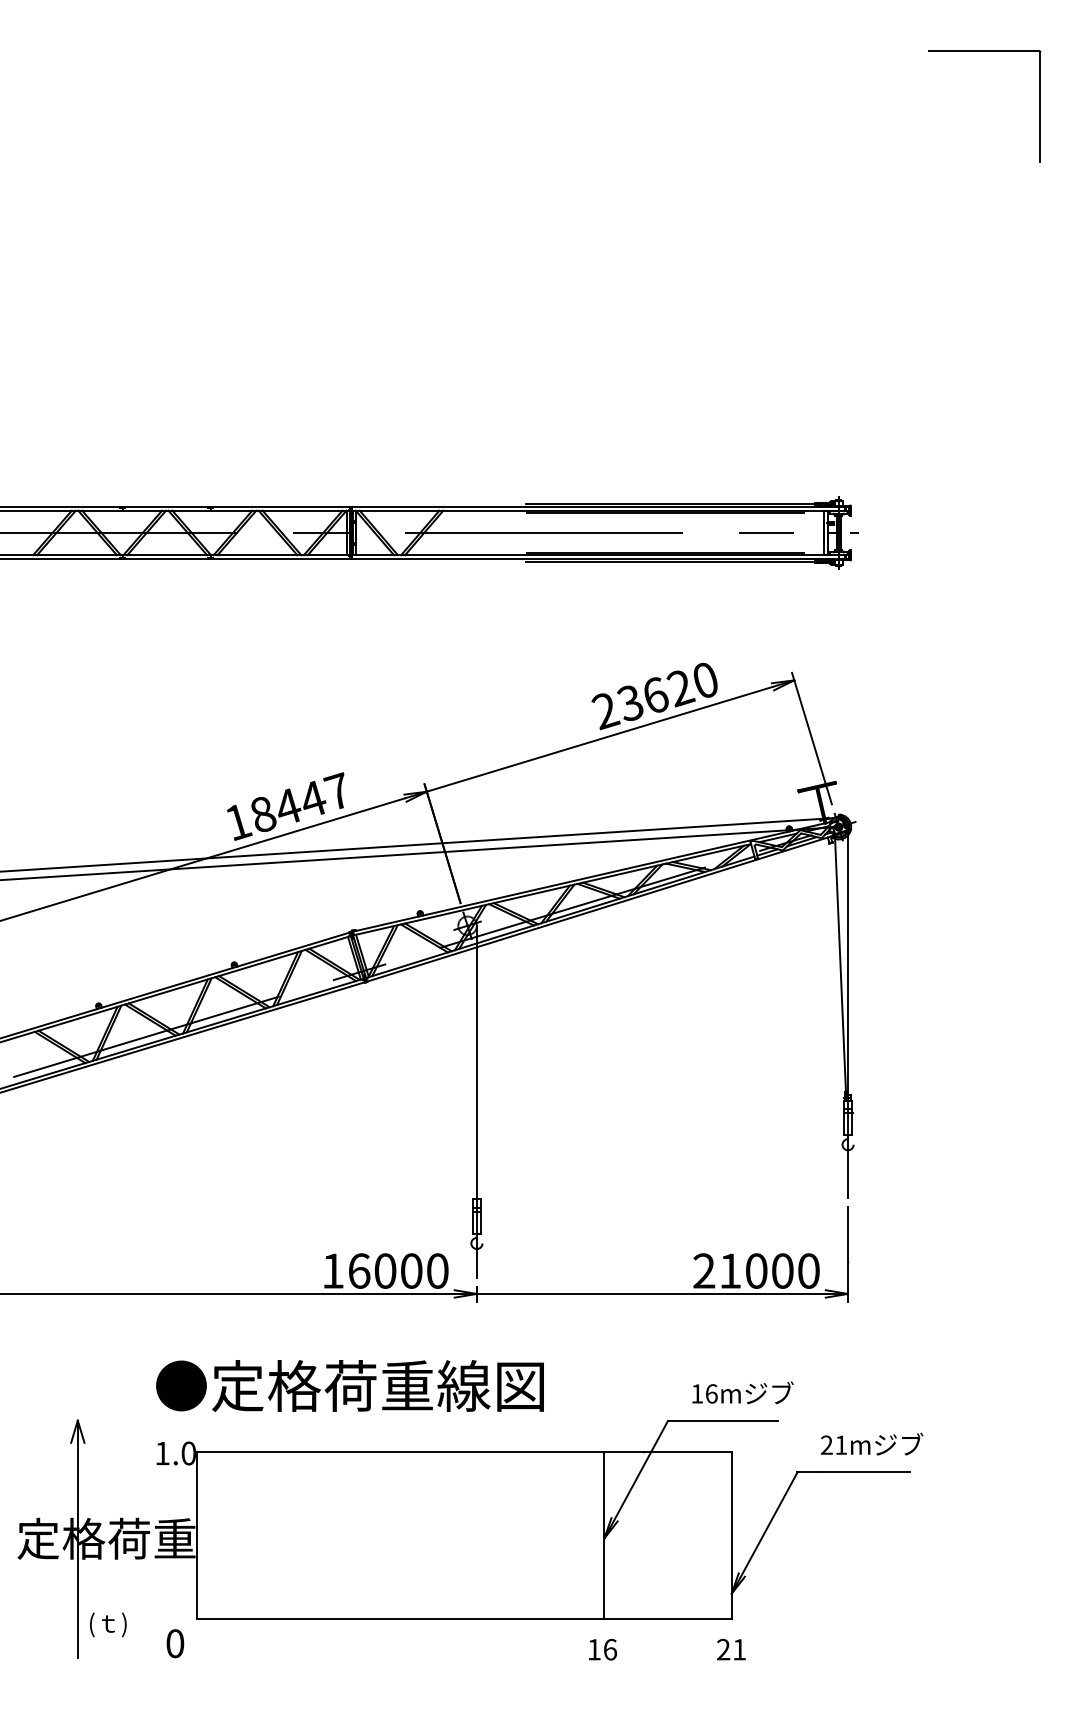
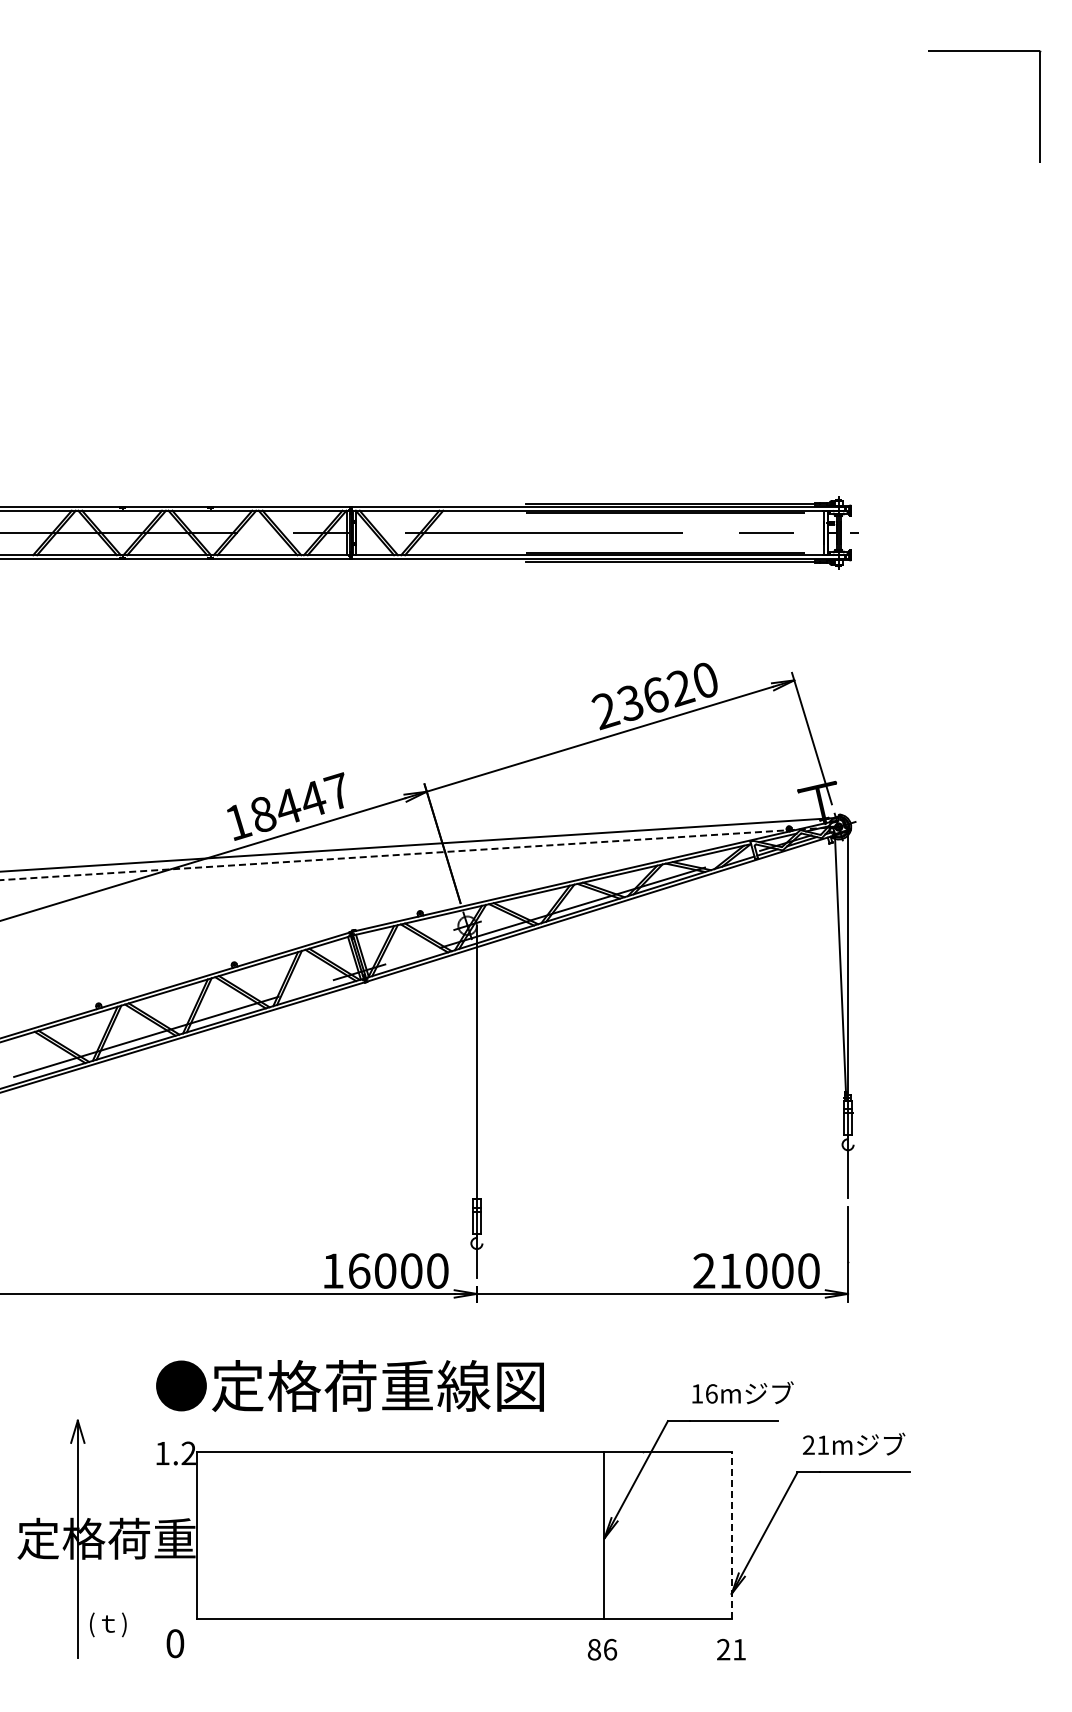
line at (419, 853): solid -> dashed
text at (872, 1443) position: (872, 1443) -> (854, 1443)
text at (188, 1453): 1.0 -> 1.2
line at (731, 1535): solid -> dashed
text at (594, 1649): 16 -> 86
